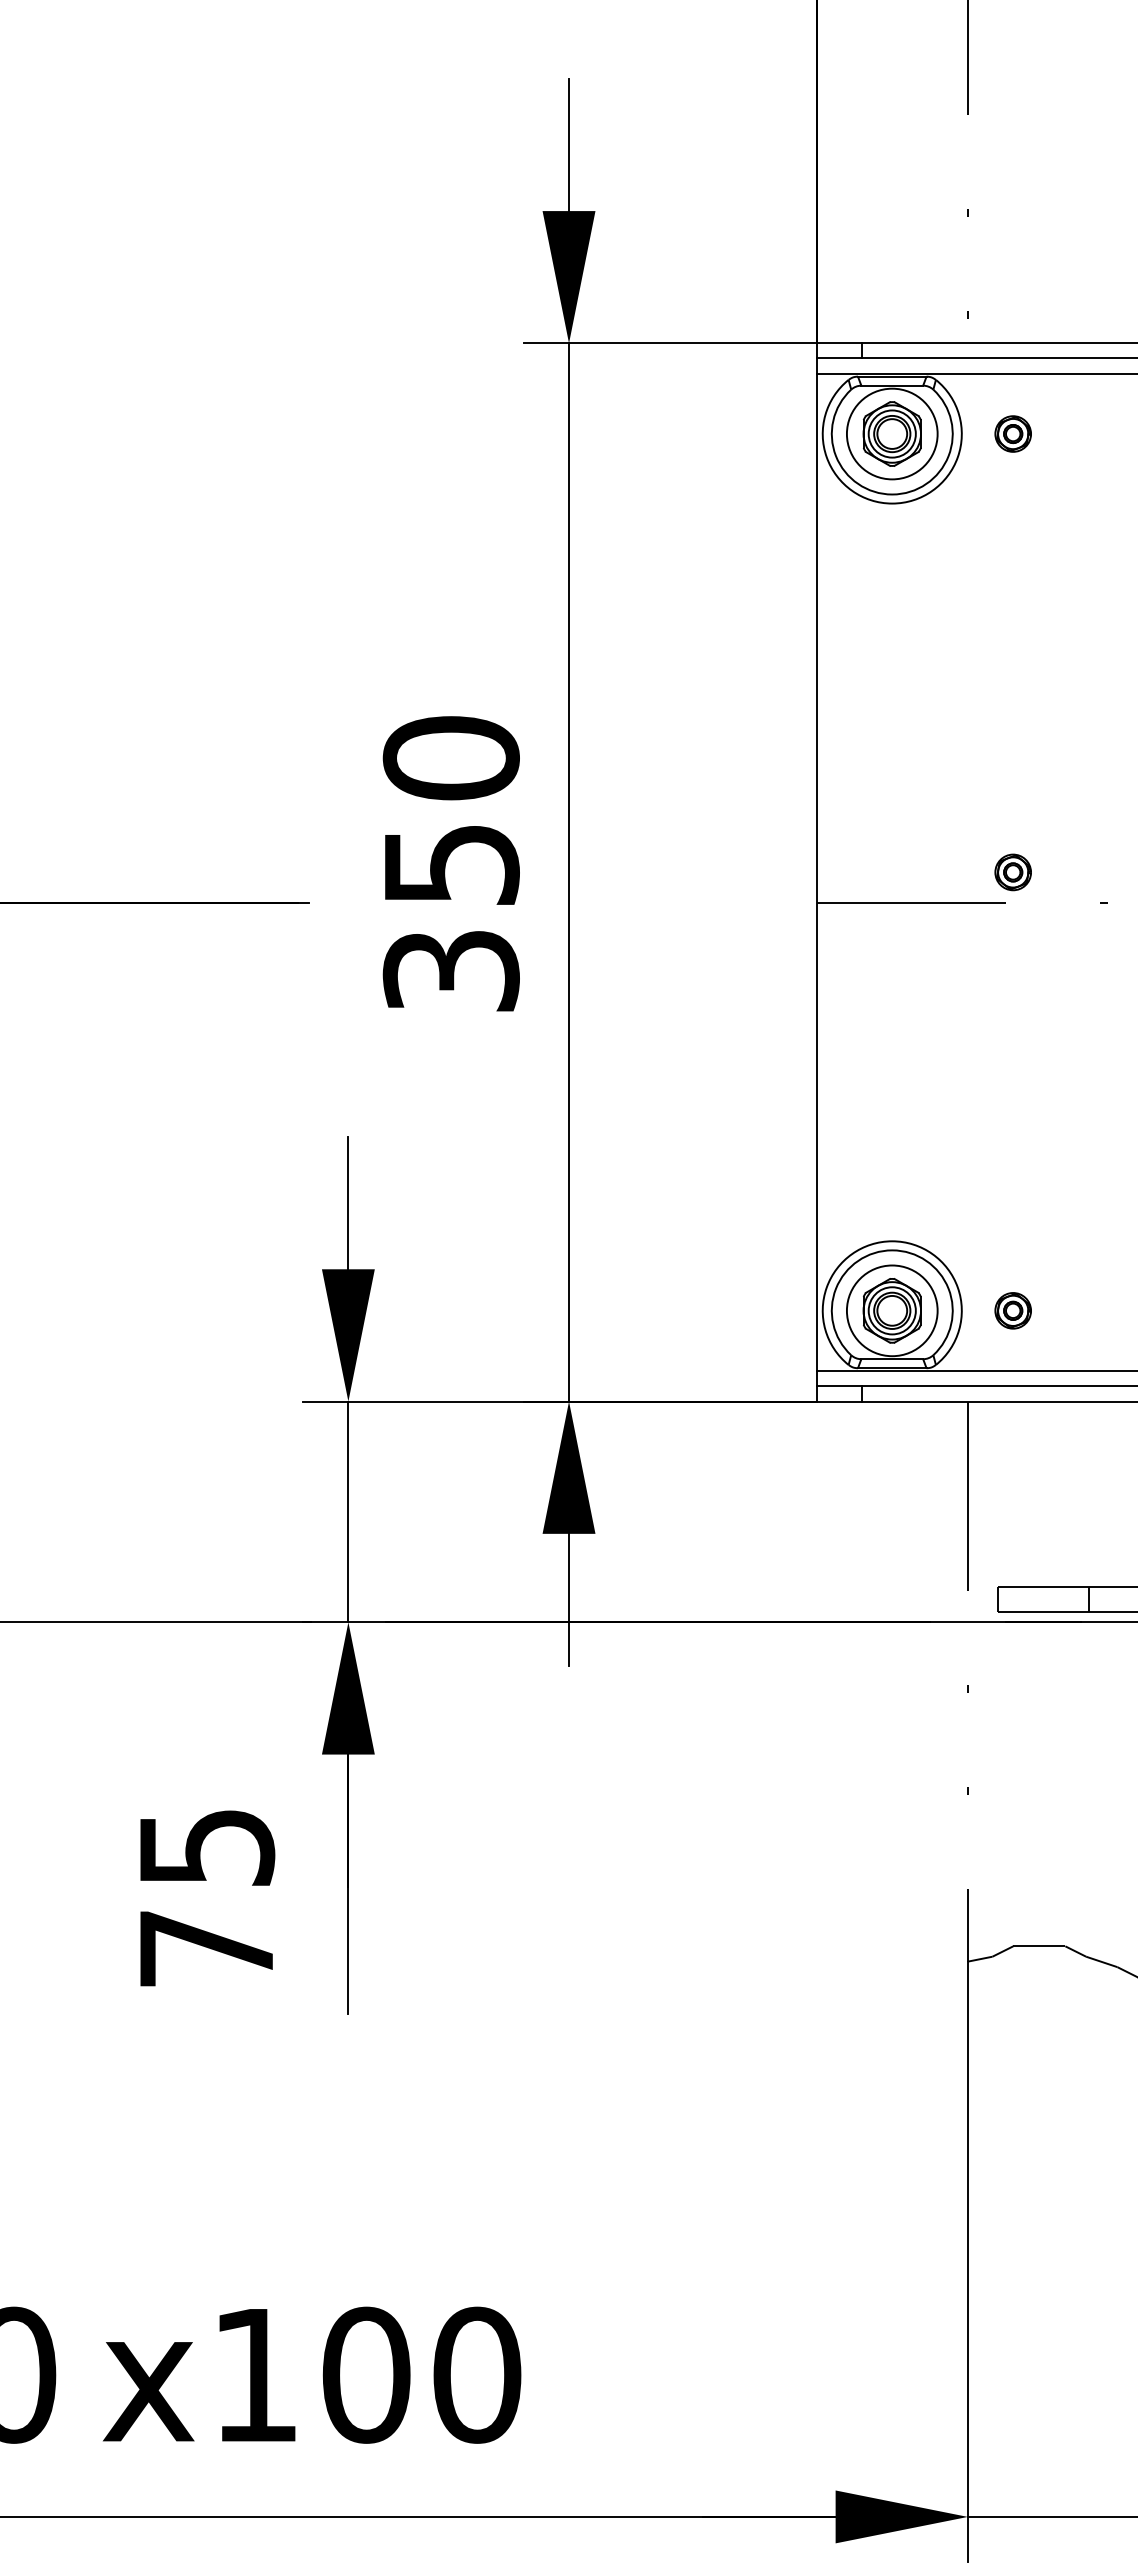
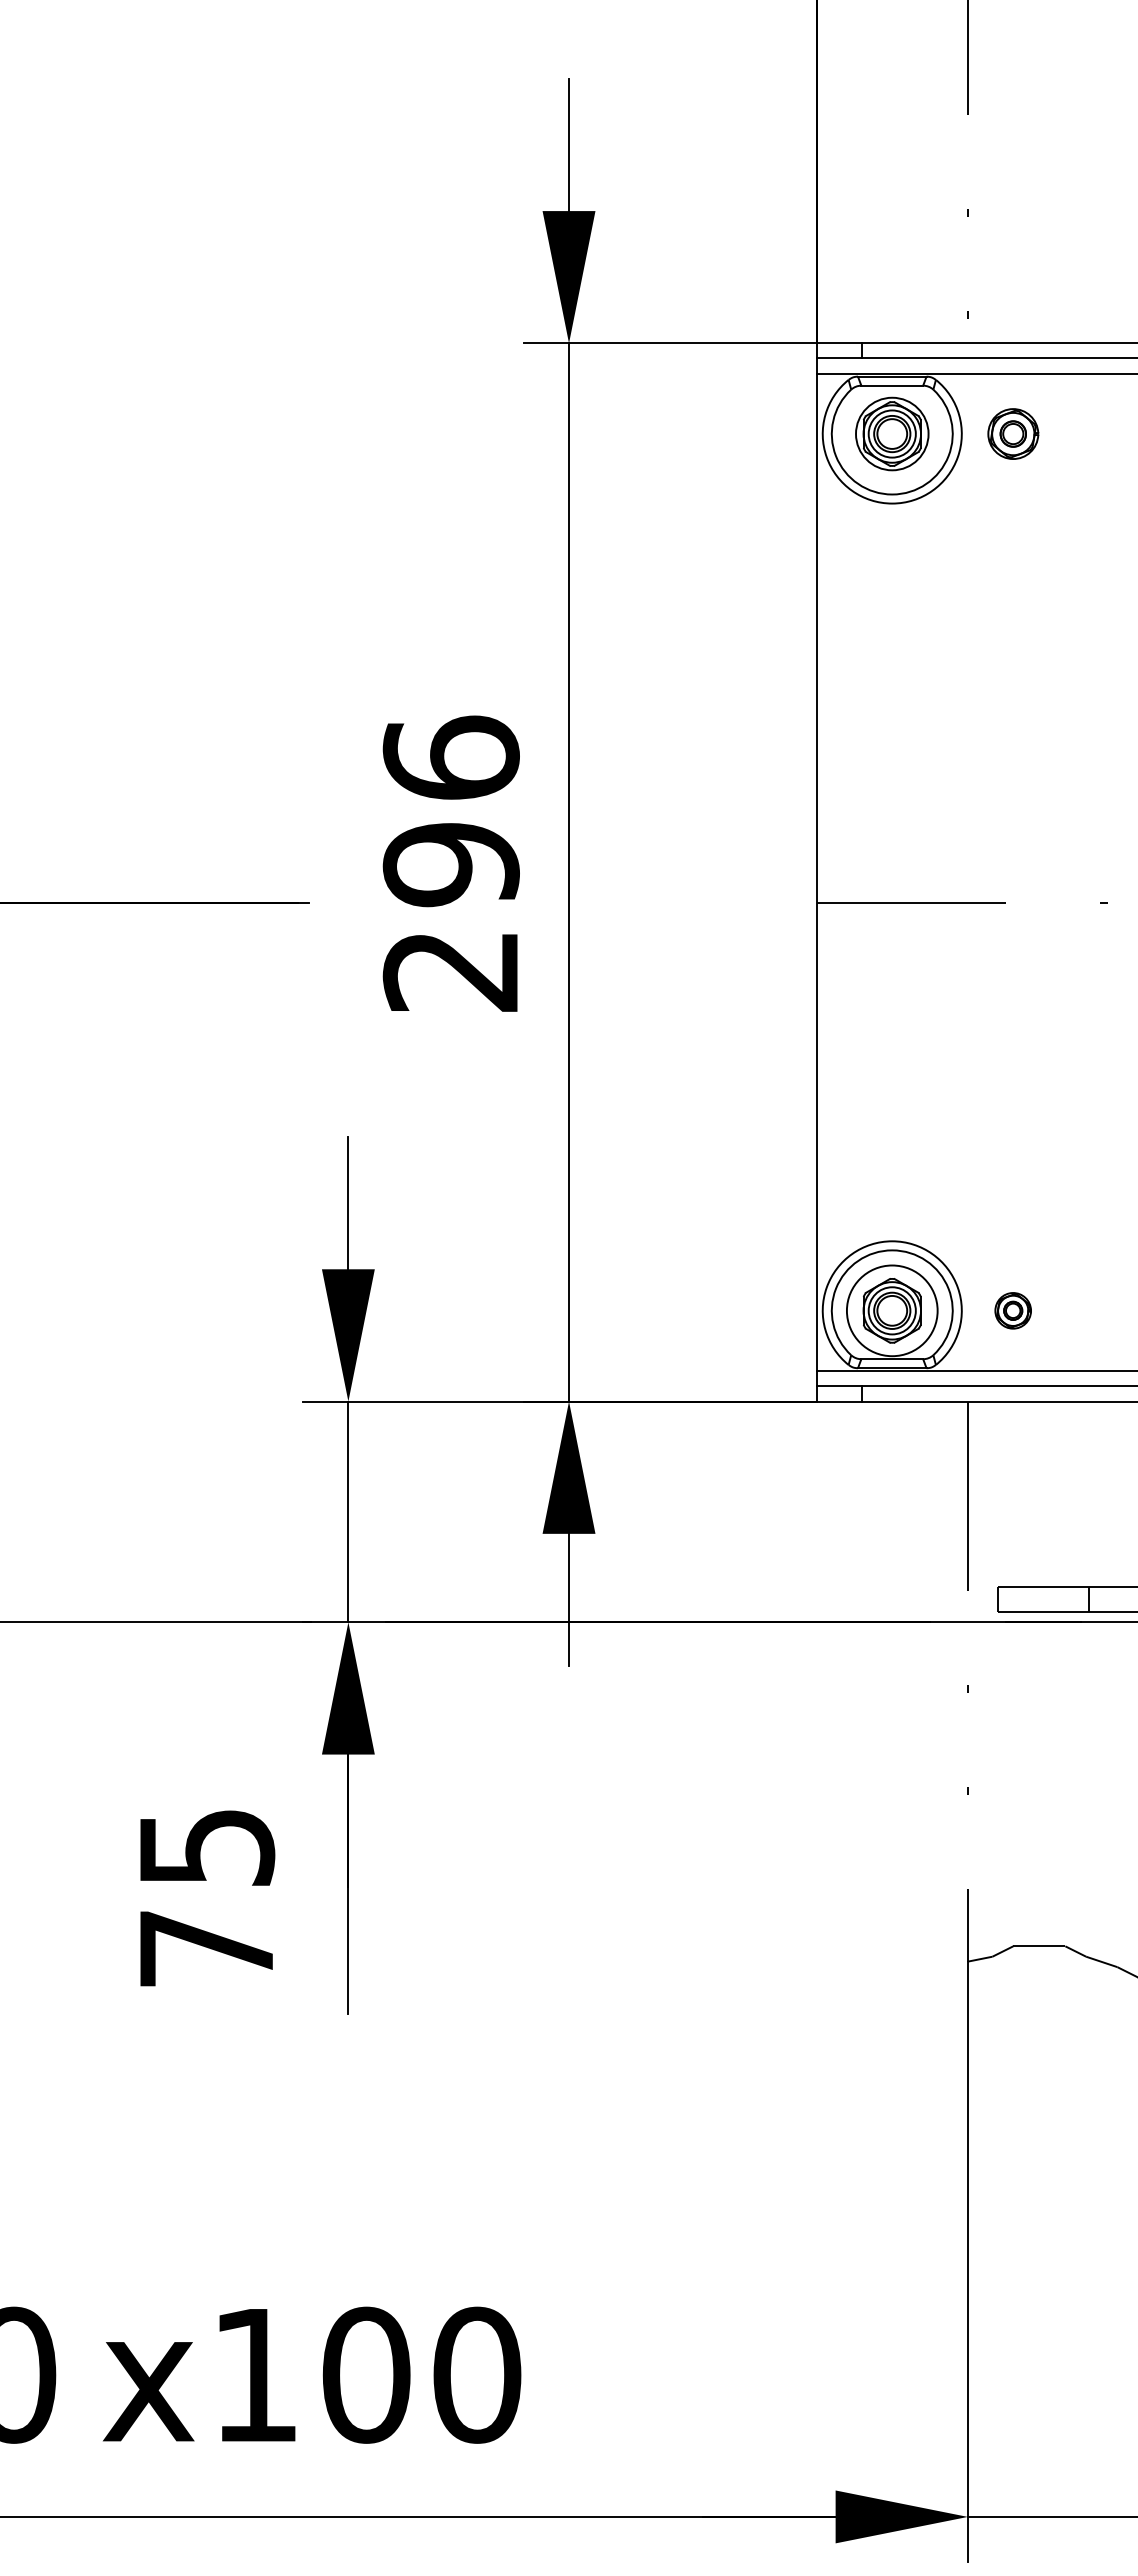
circle at (891, 433) diameter: 91 px -> 73 px
part at (1012, 433) size: 38x38 px -> 53x52 px
text at (450, 863): 350 -> 296
part at (1012, 872): present -> none
